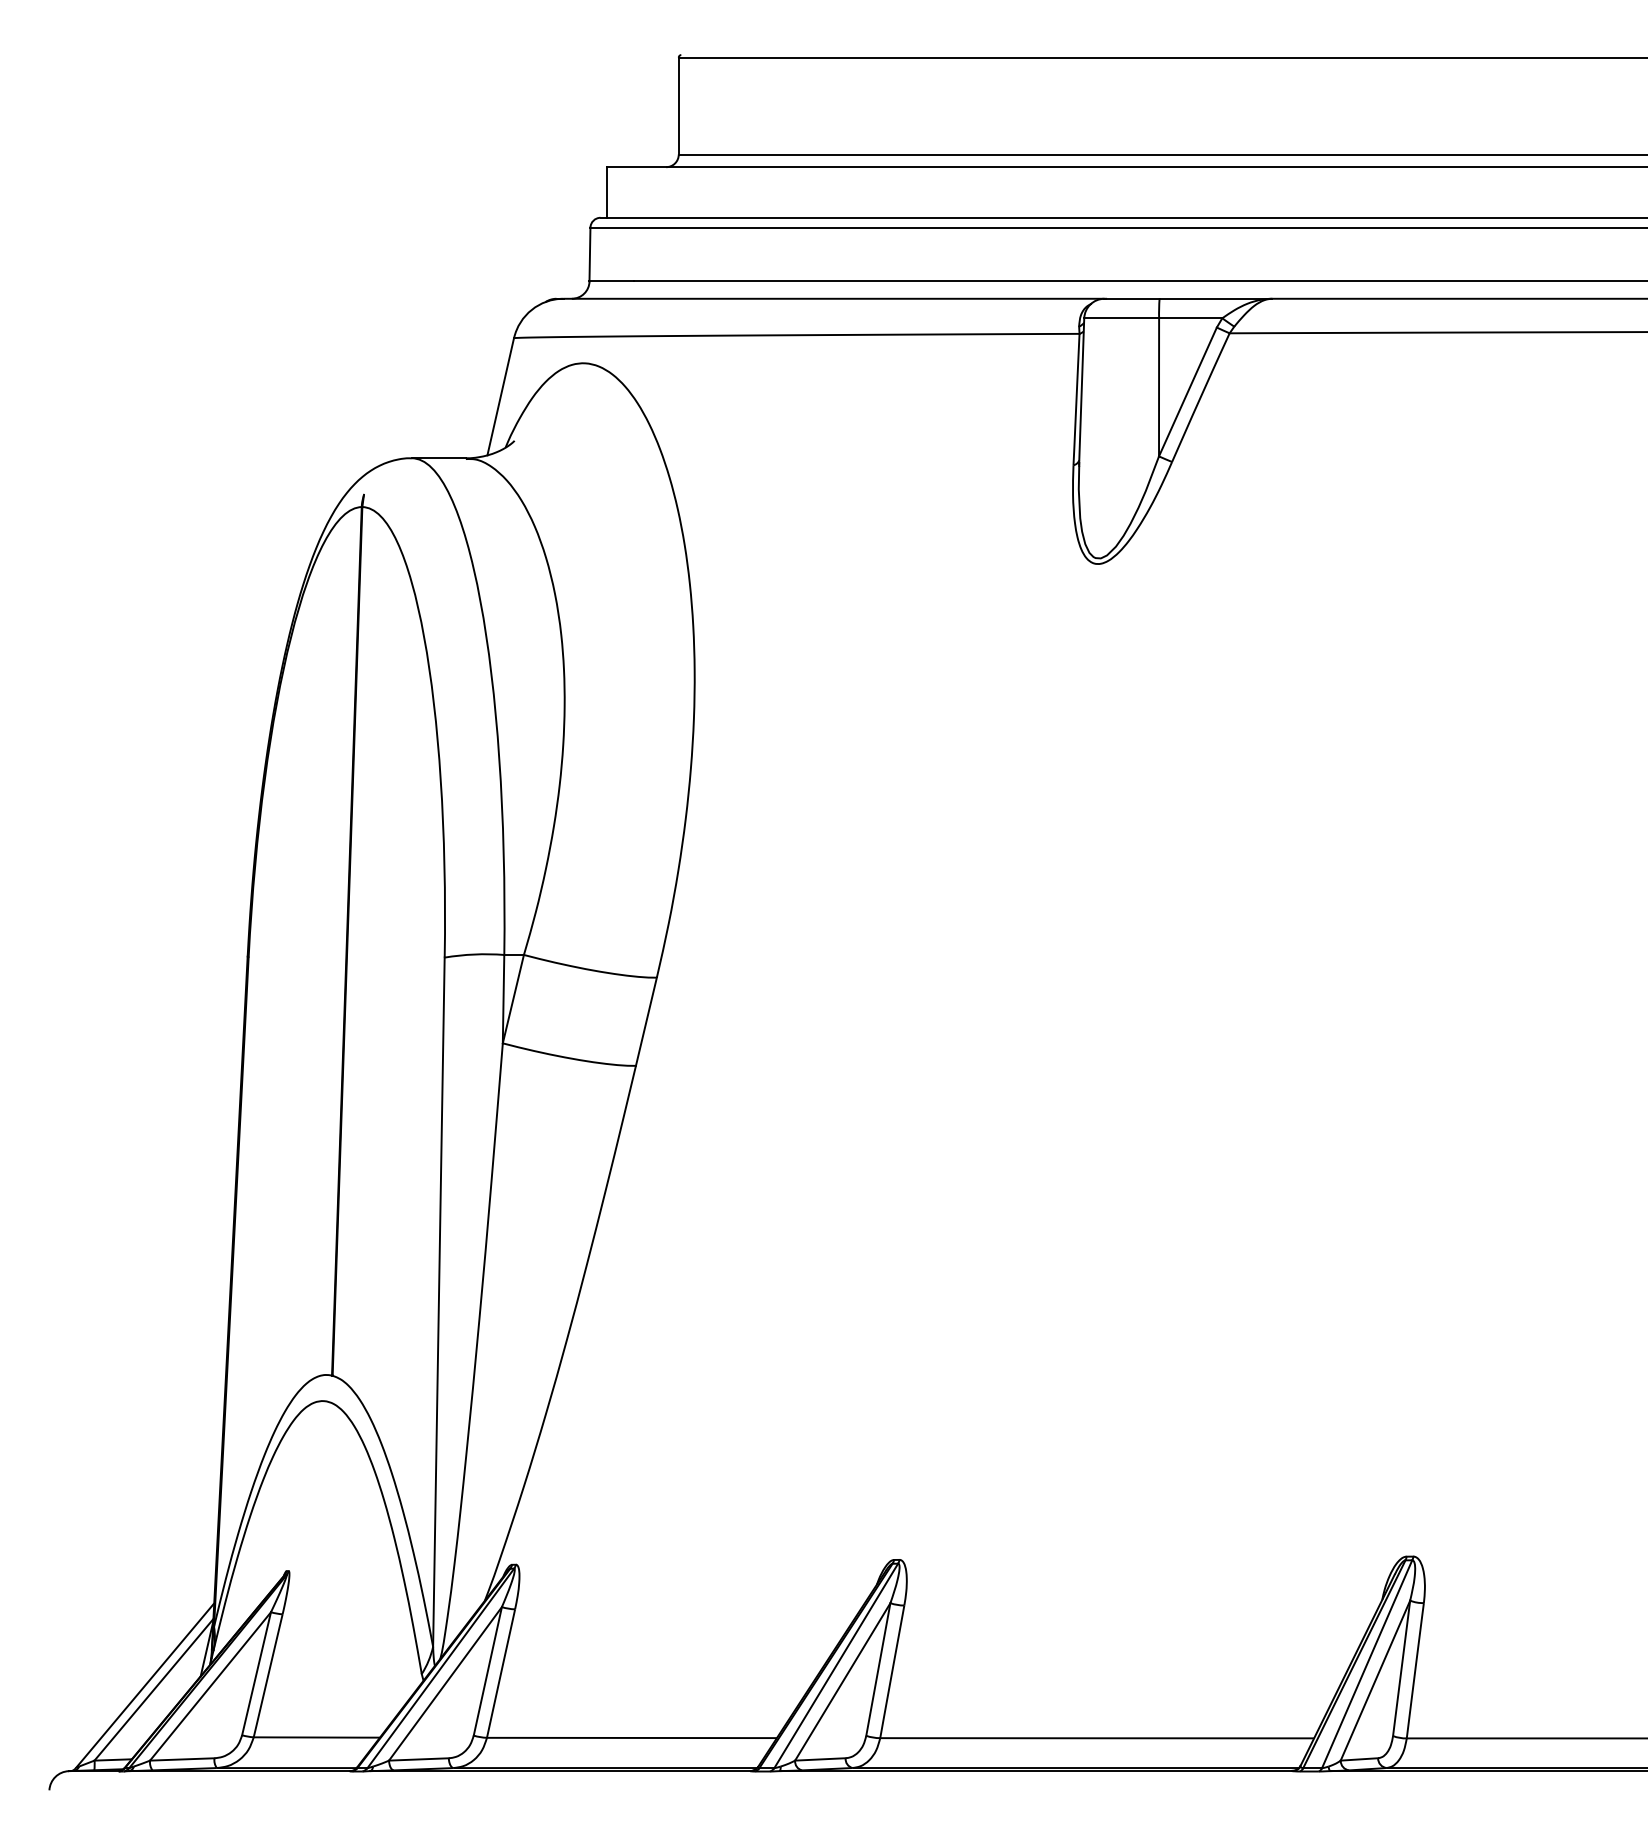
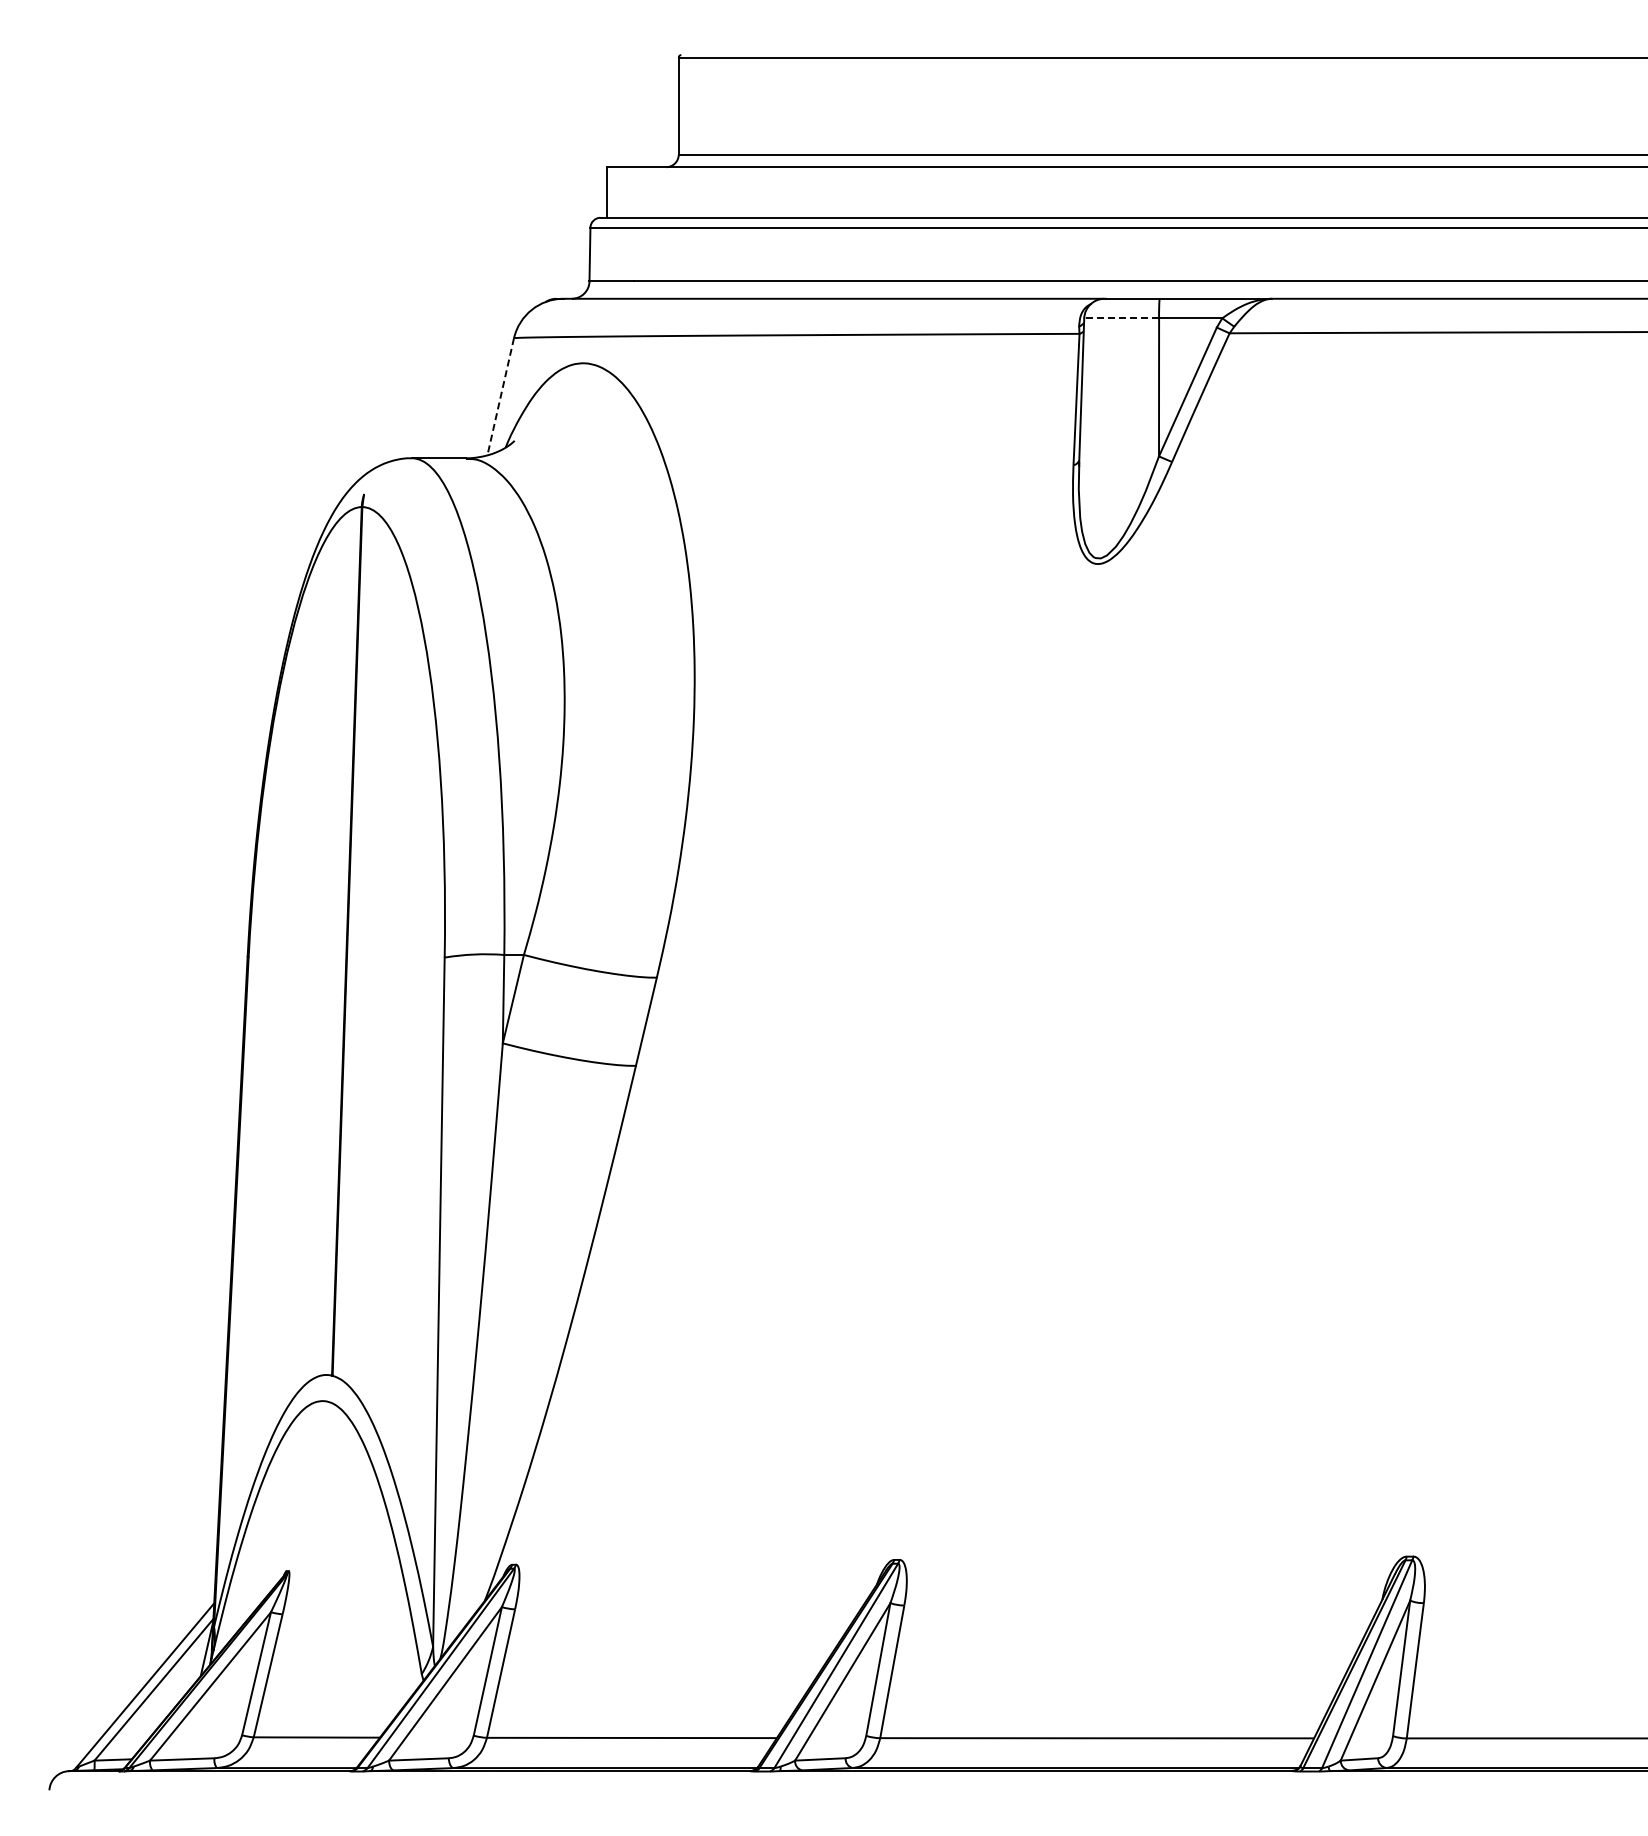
line at (1121, 318): solid -> dashed
line at (500, 397): solid -> dashed
